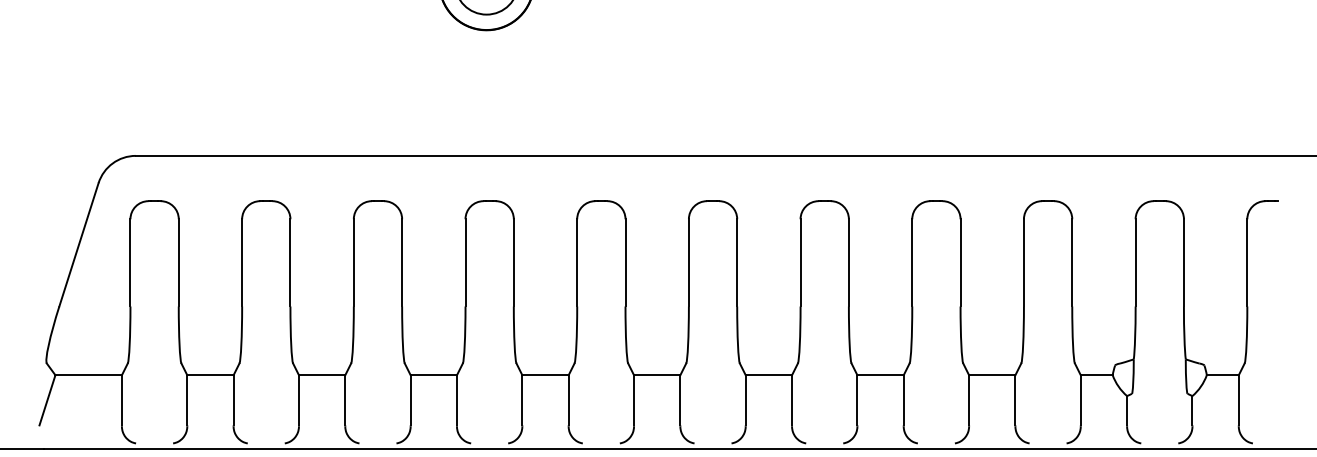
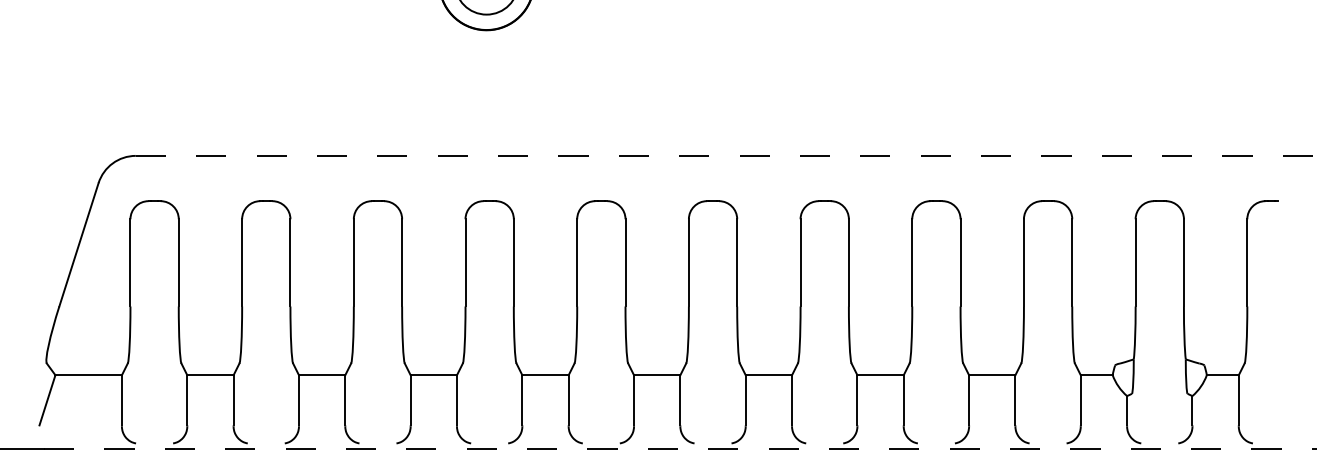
line at (726, 155): solid -> dashed
line at (680, 448): solid -> dashed
